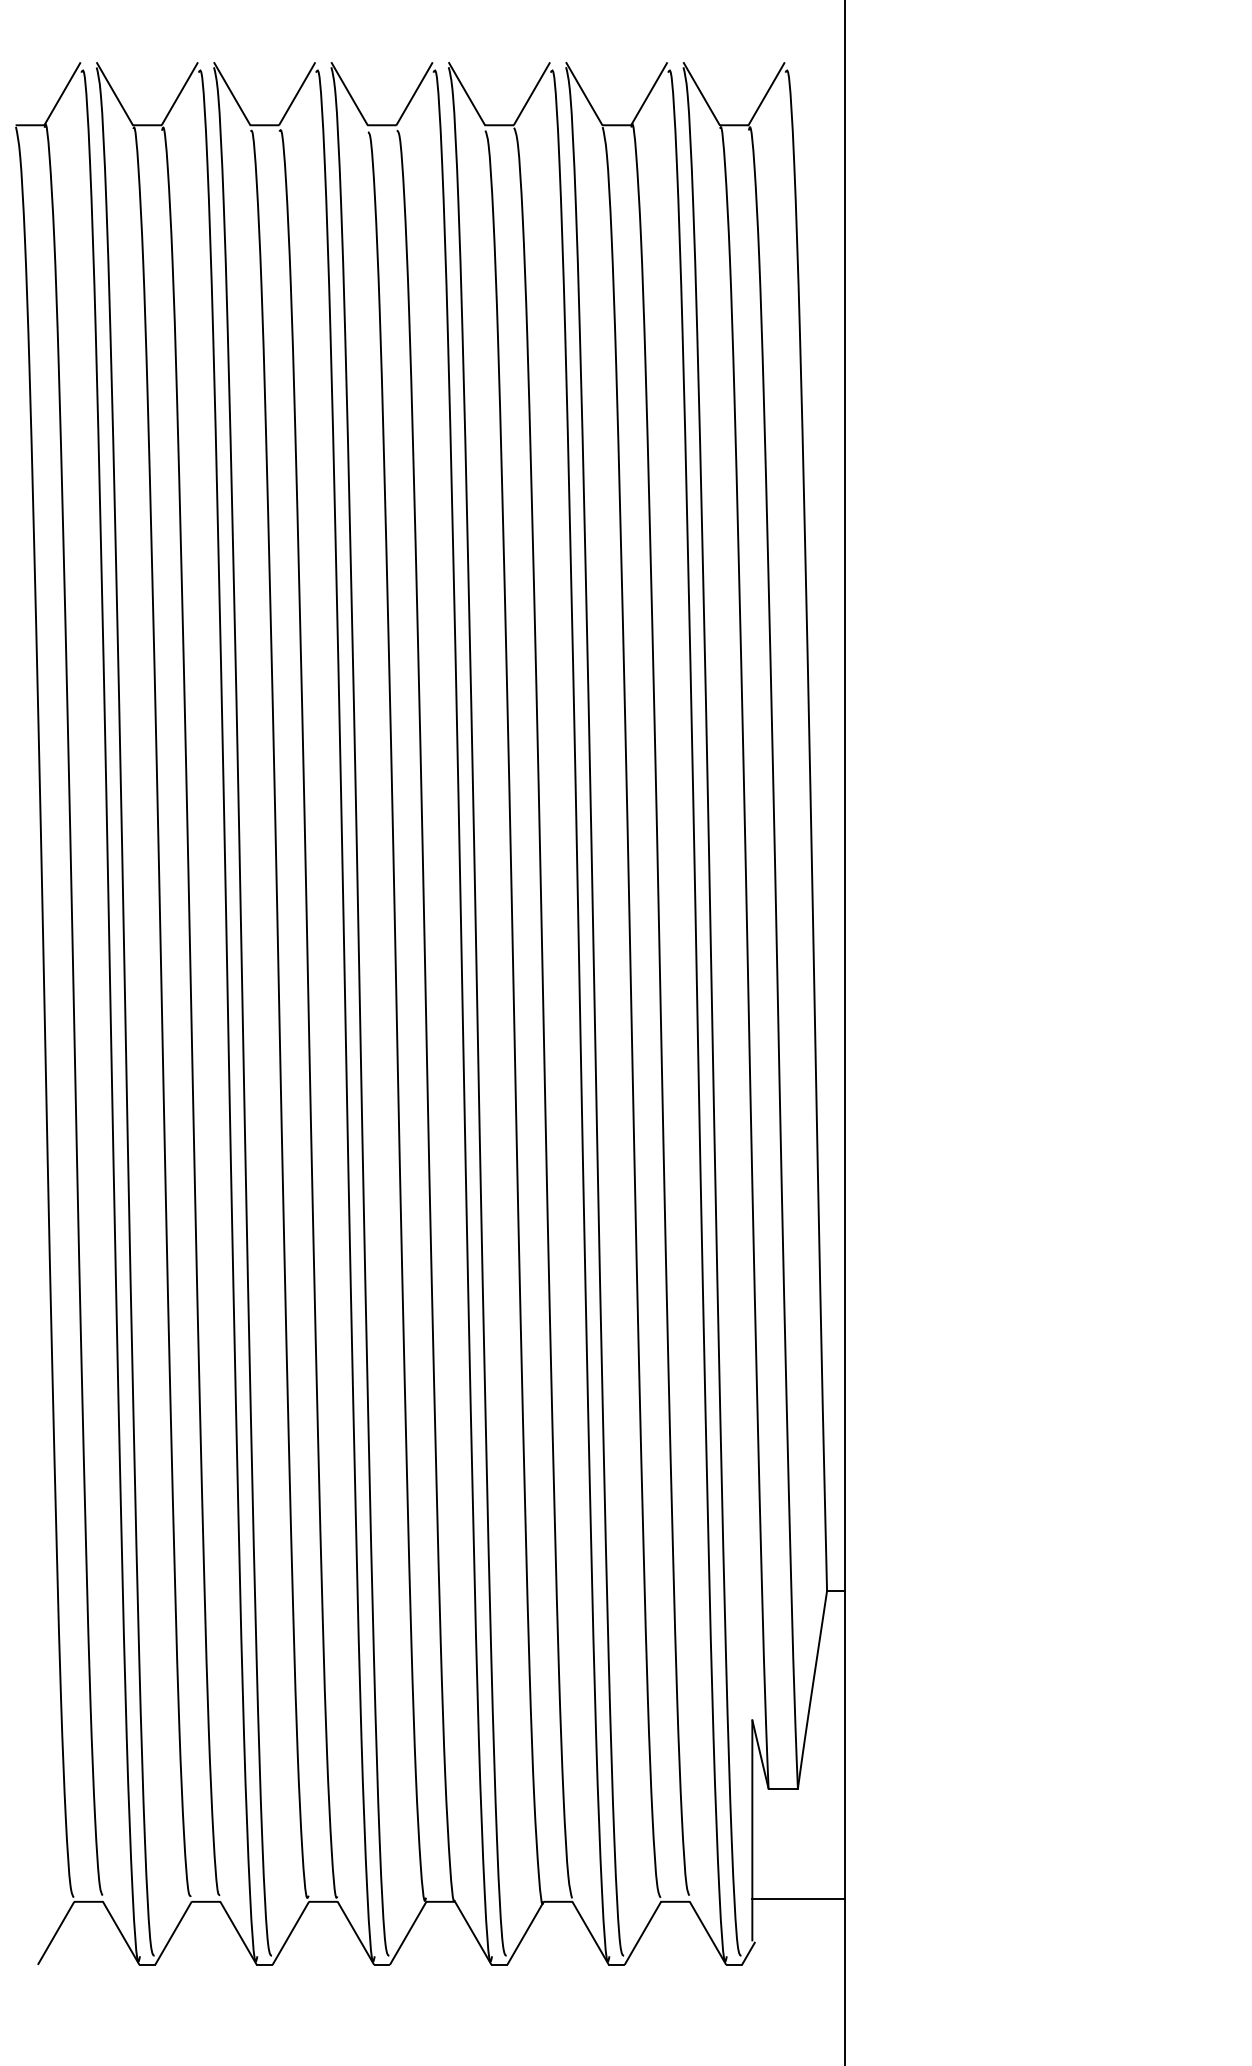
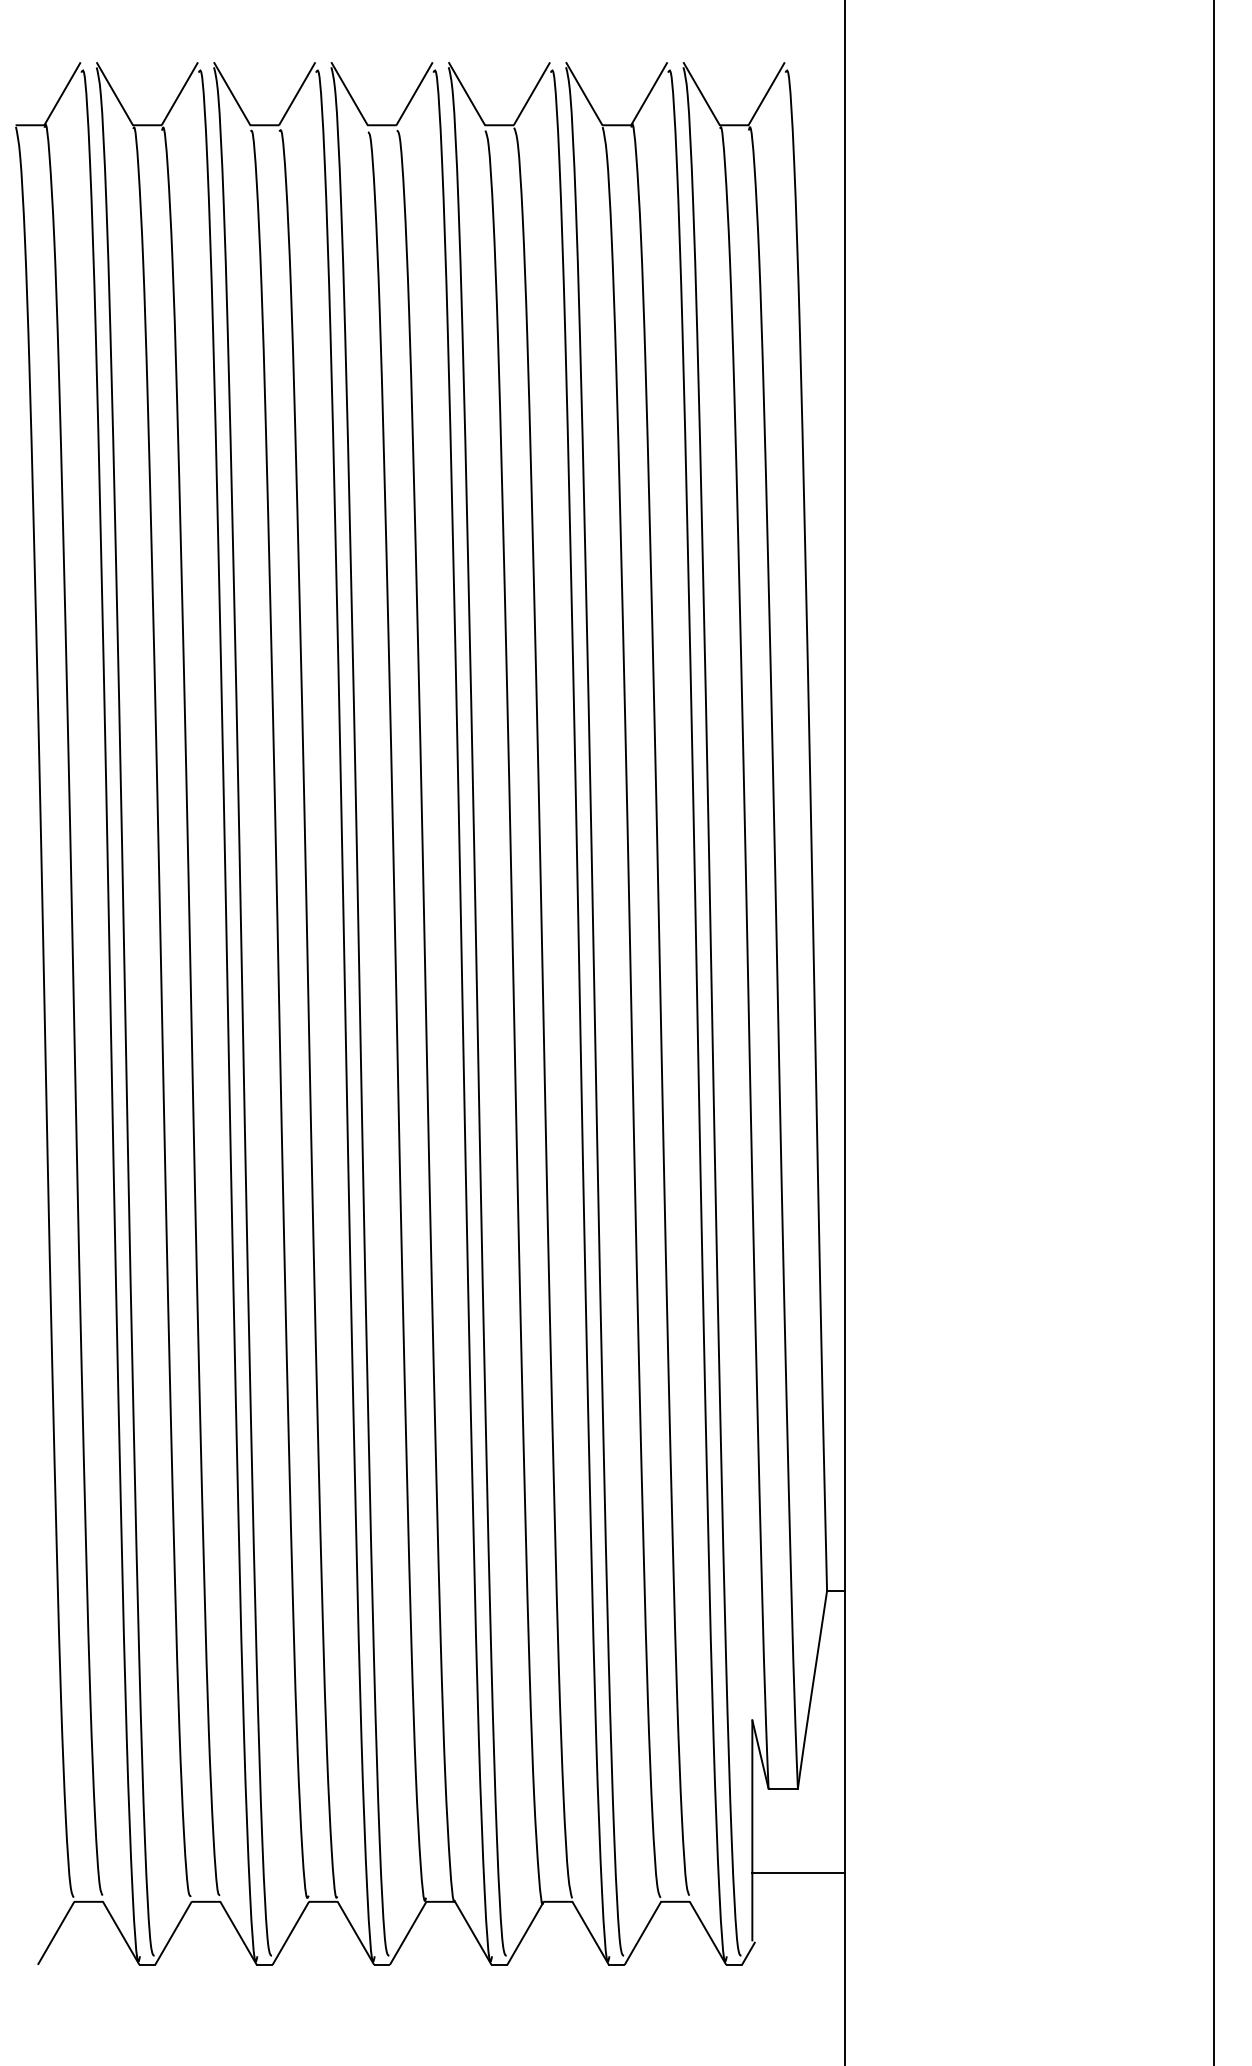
line at (1214, 1032): none -> present
line at (798, 1899) position: (798, 1899) -> (798, 1873)
